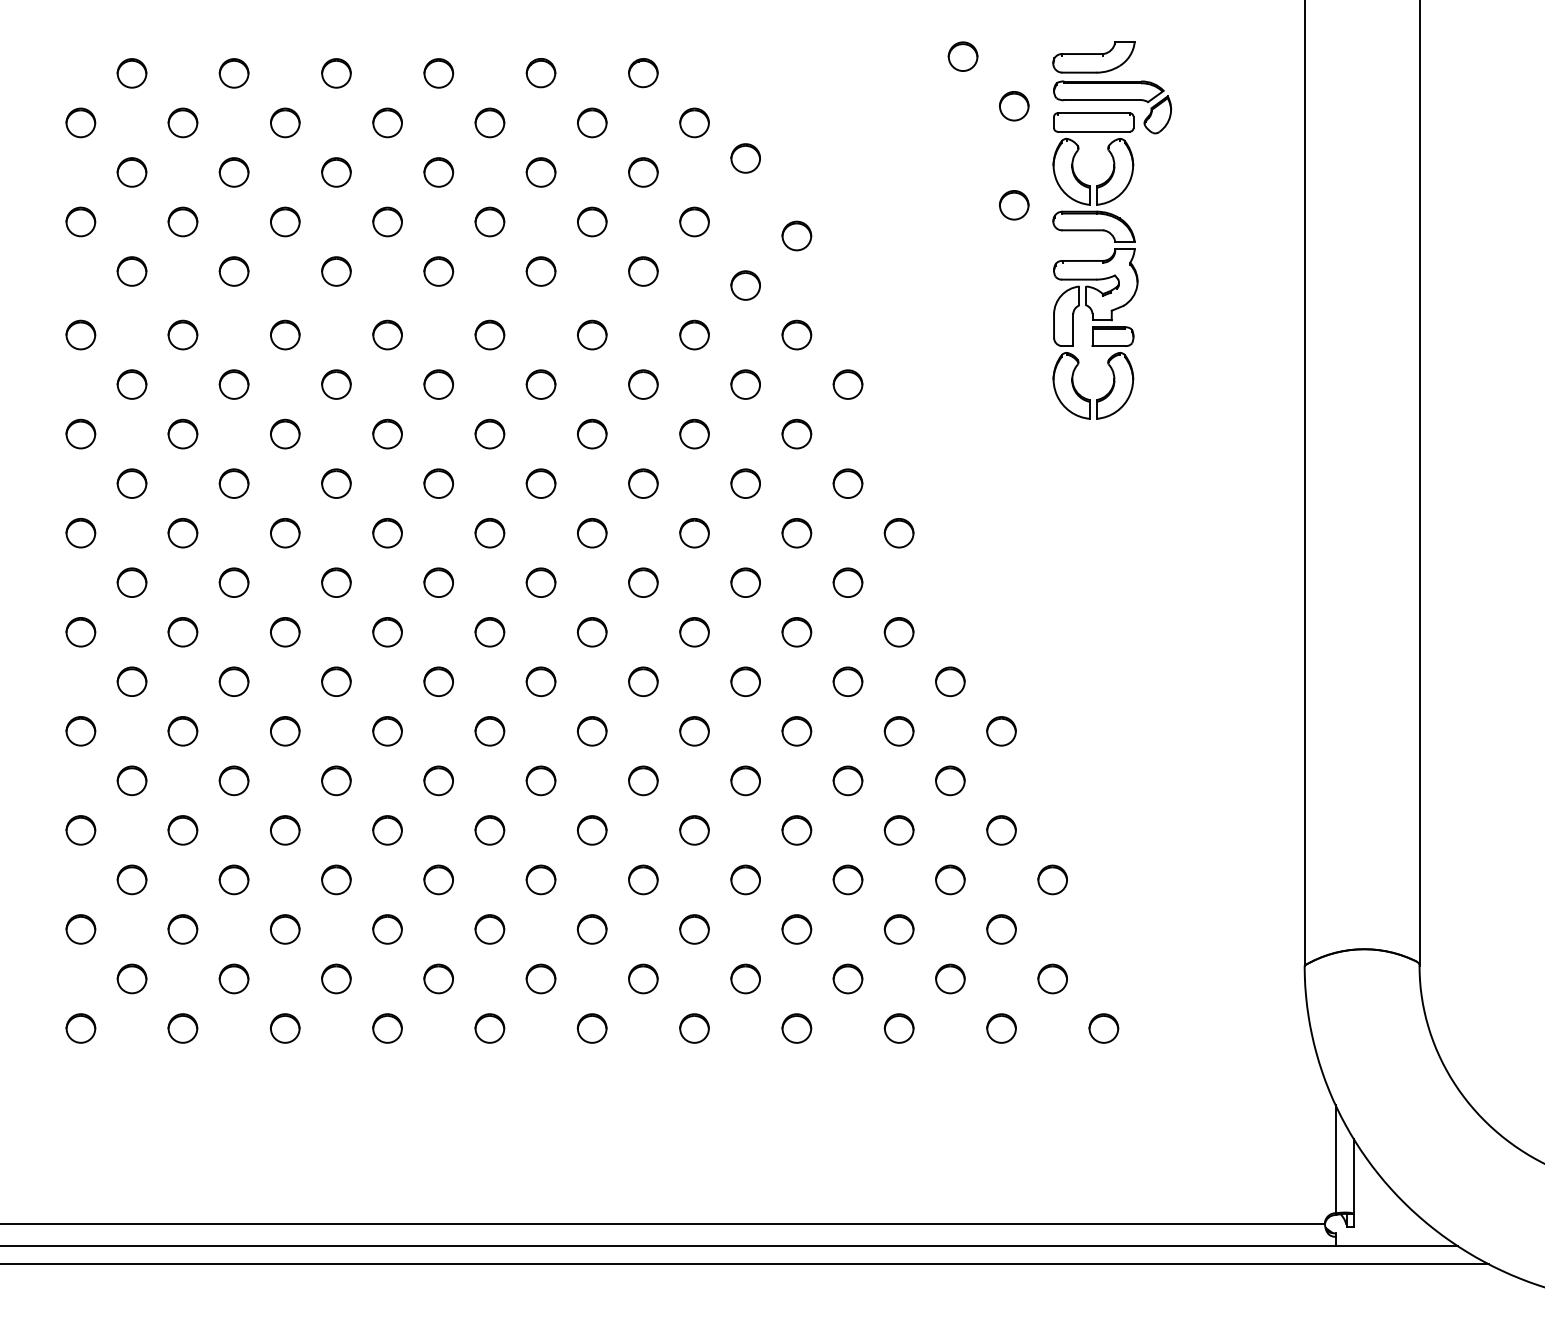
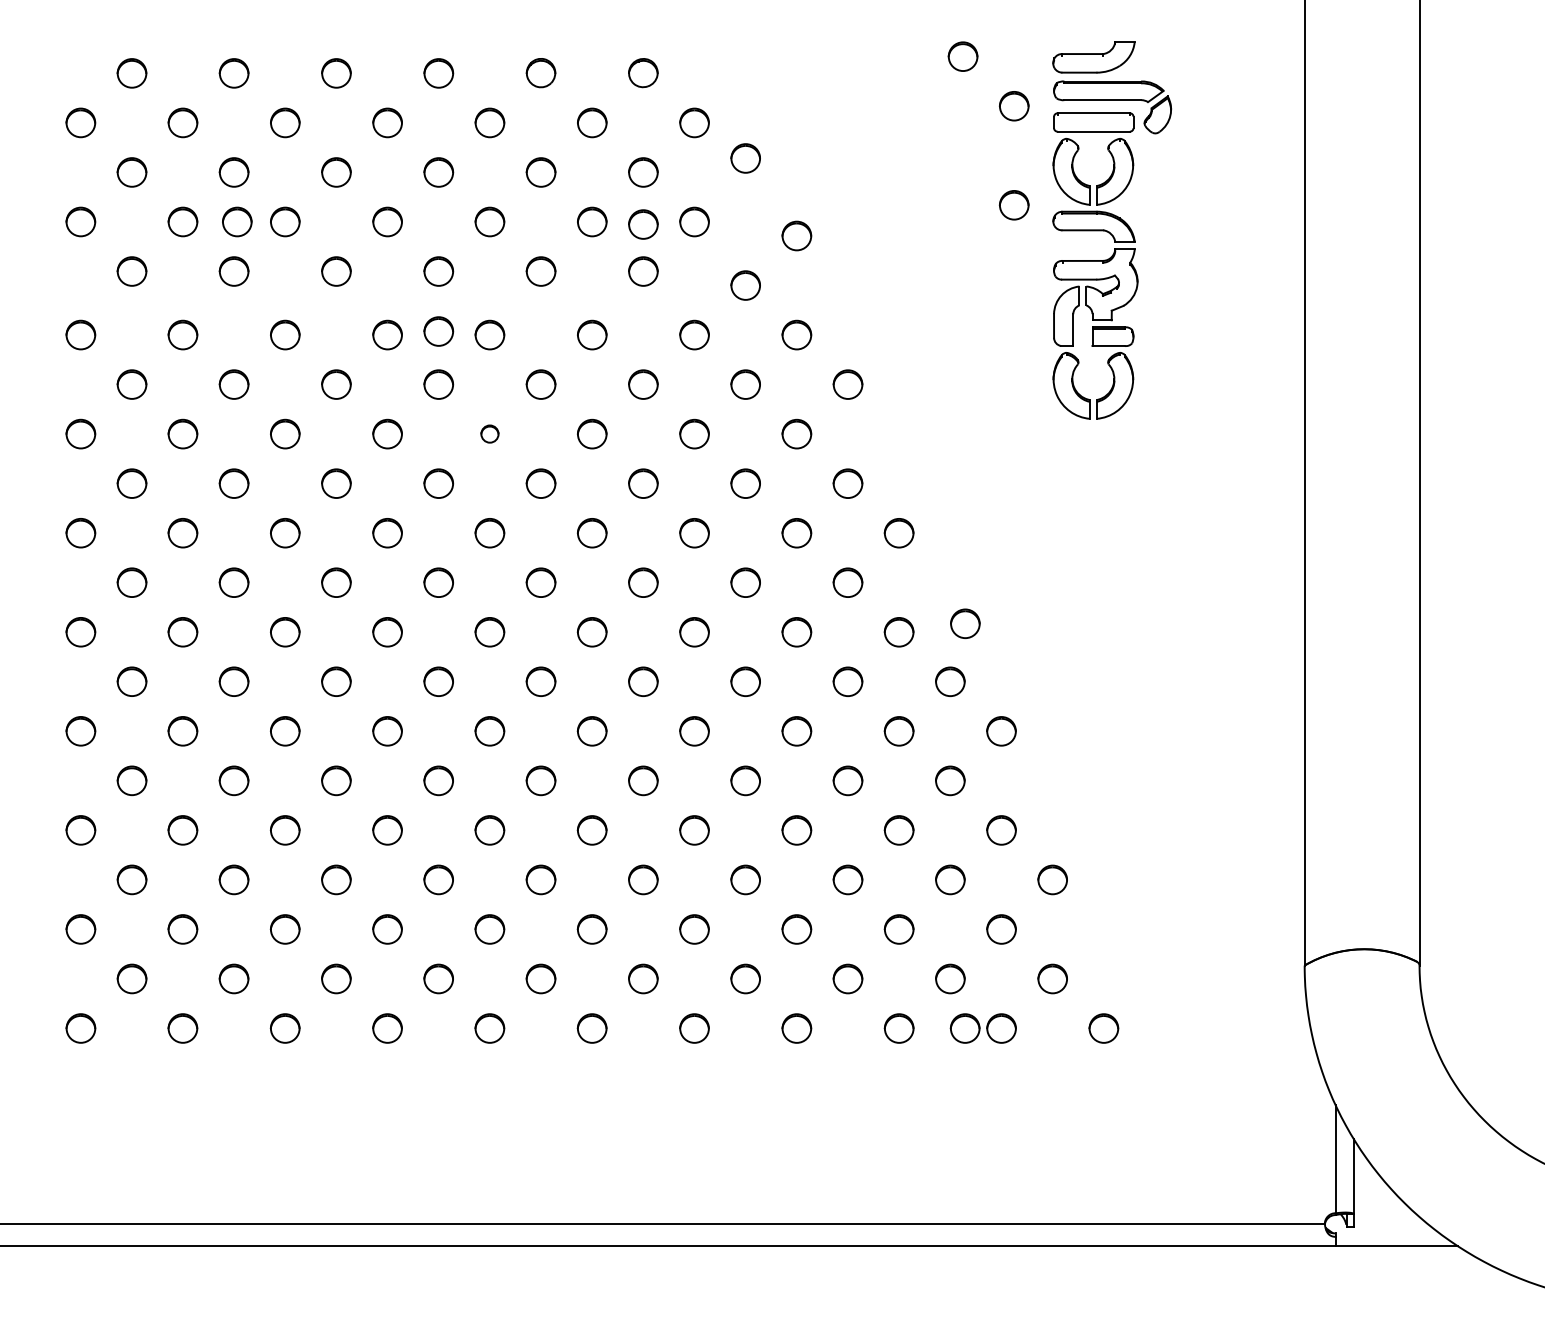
part at (237, 221): none -> present
circle at (643, 224): none -> present
part at (438, 331): none -> present
part at (489, 433) size: 32x32 px -> 20x20 px
part at (965, 623): none -> present
part at (964, 1028): none -> present
line at (745, 1264): present -> none
